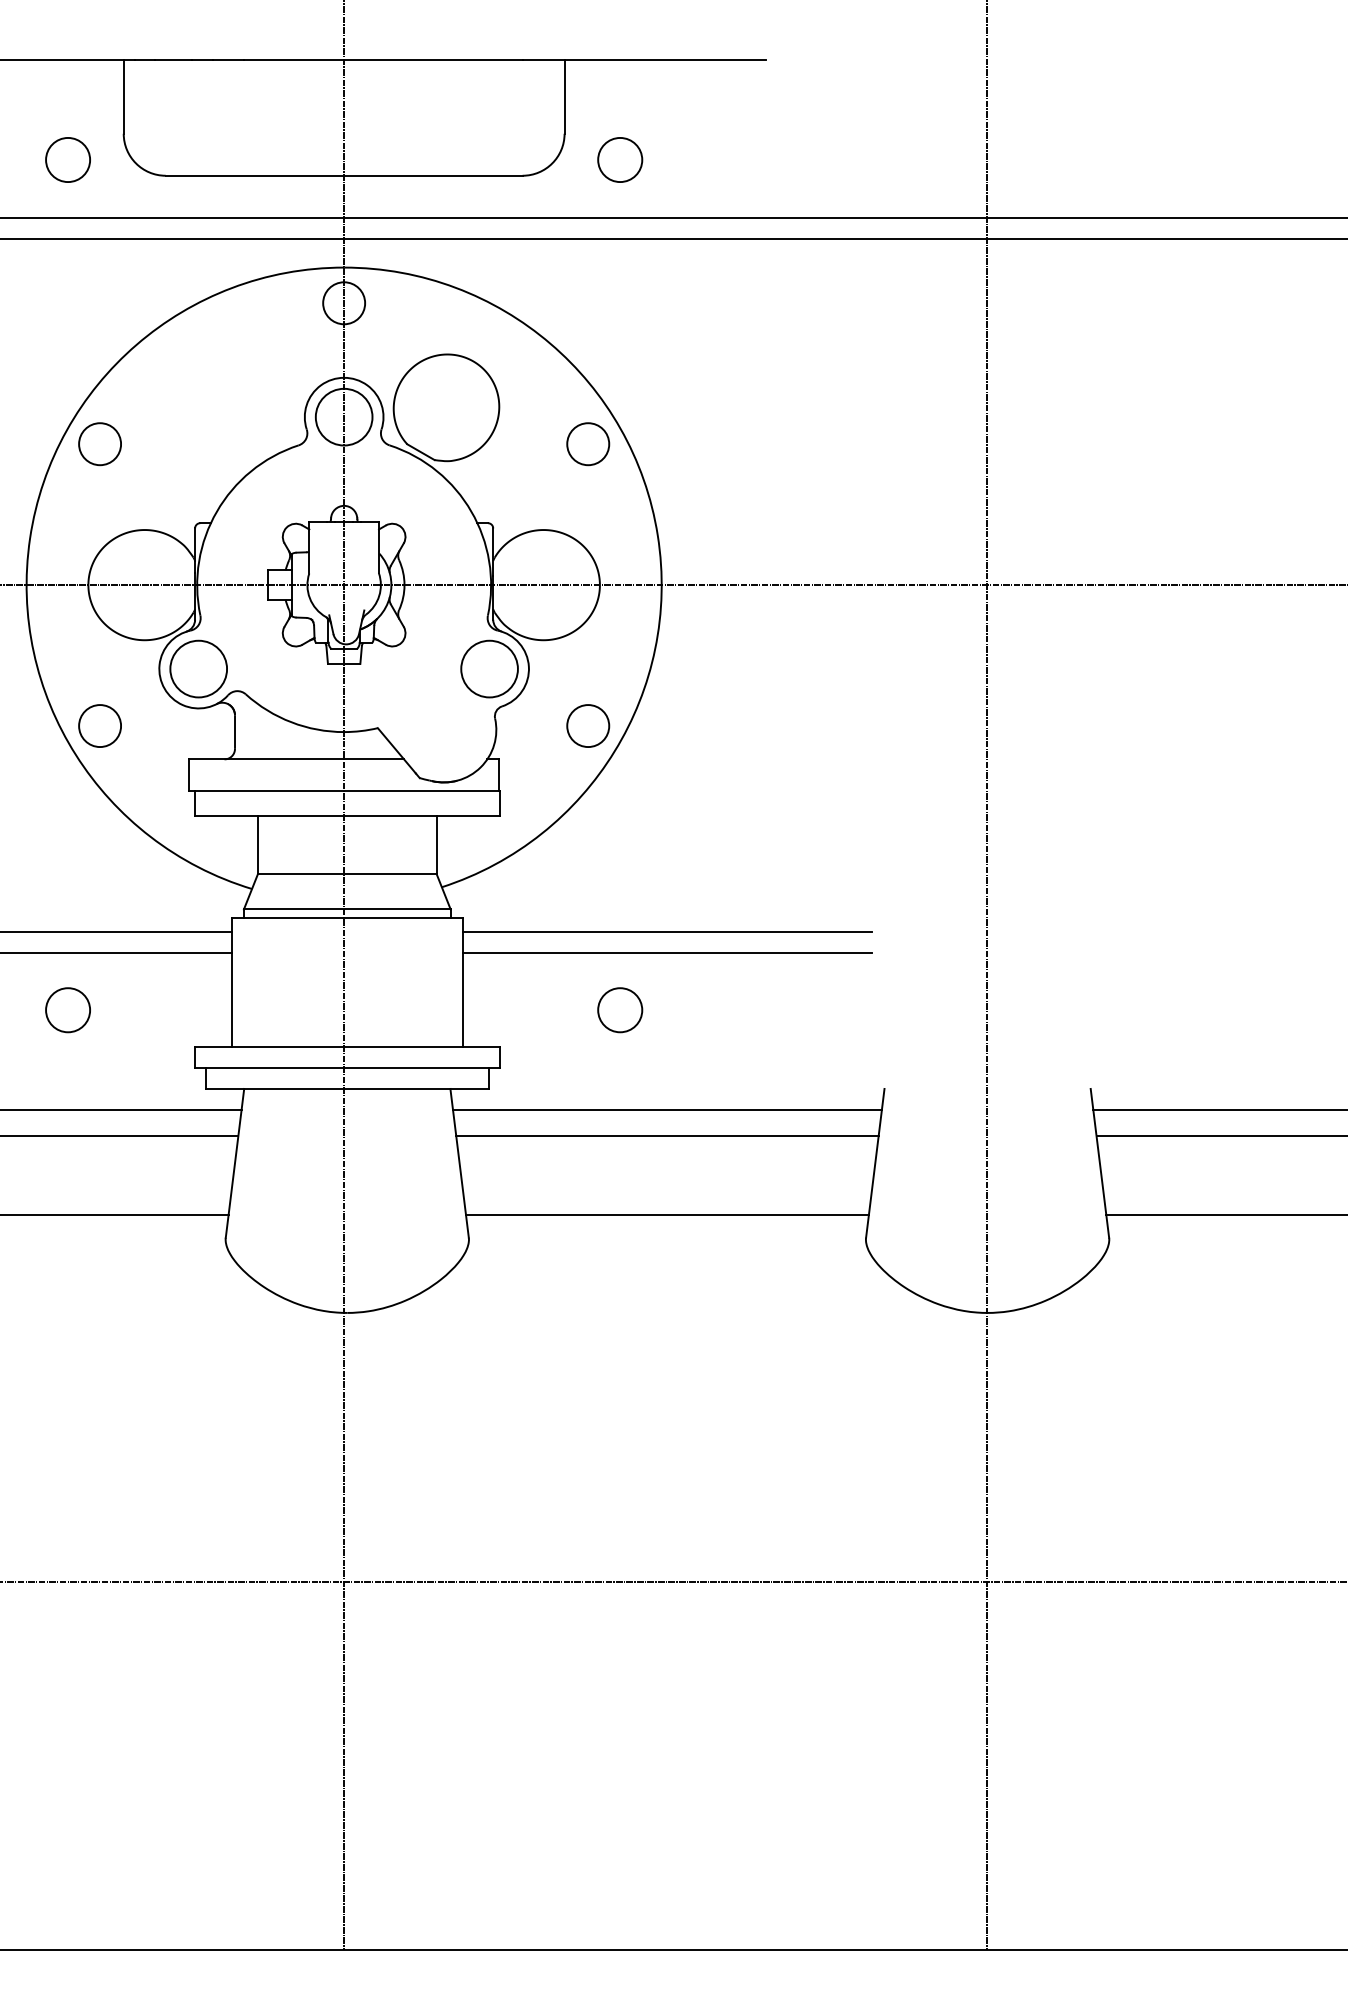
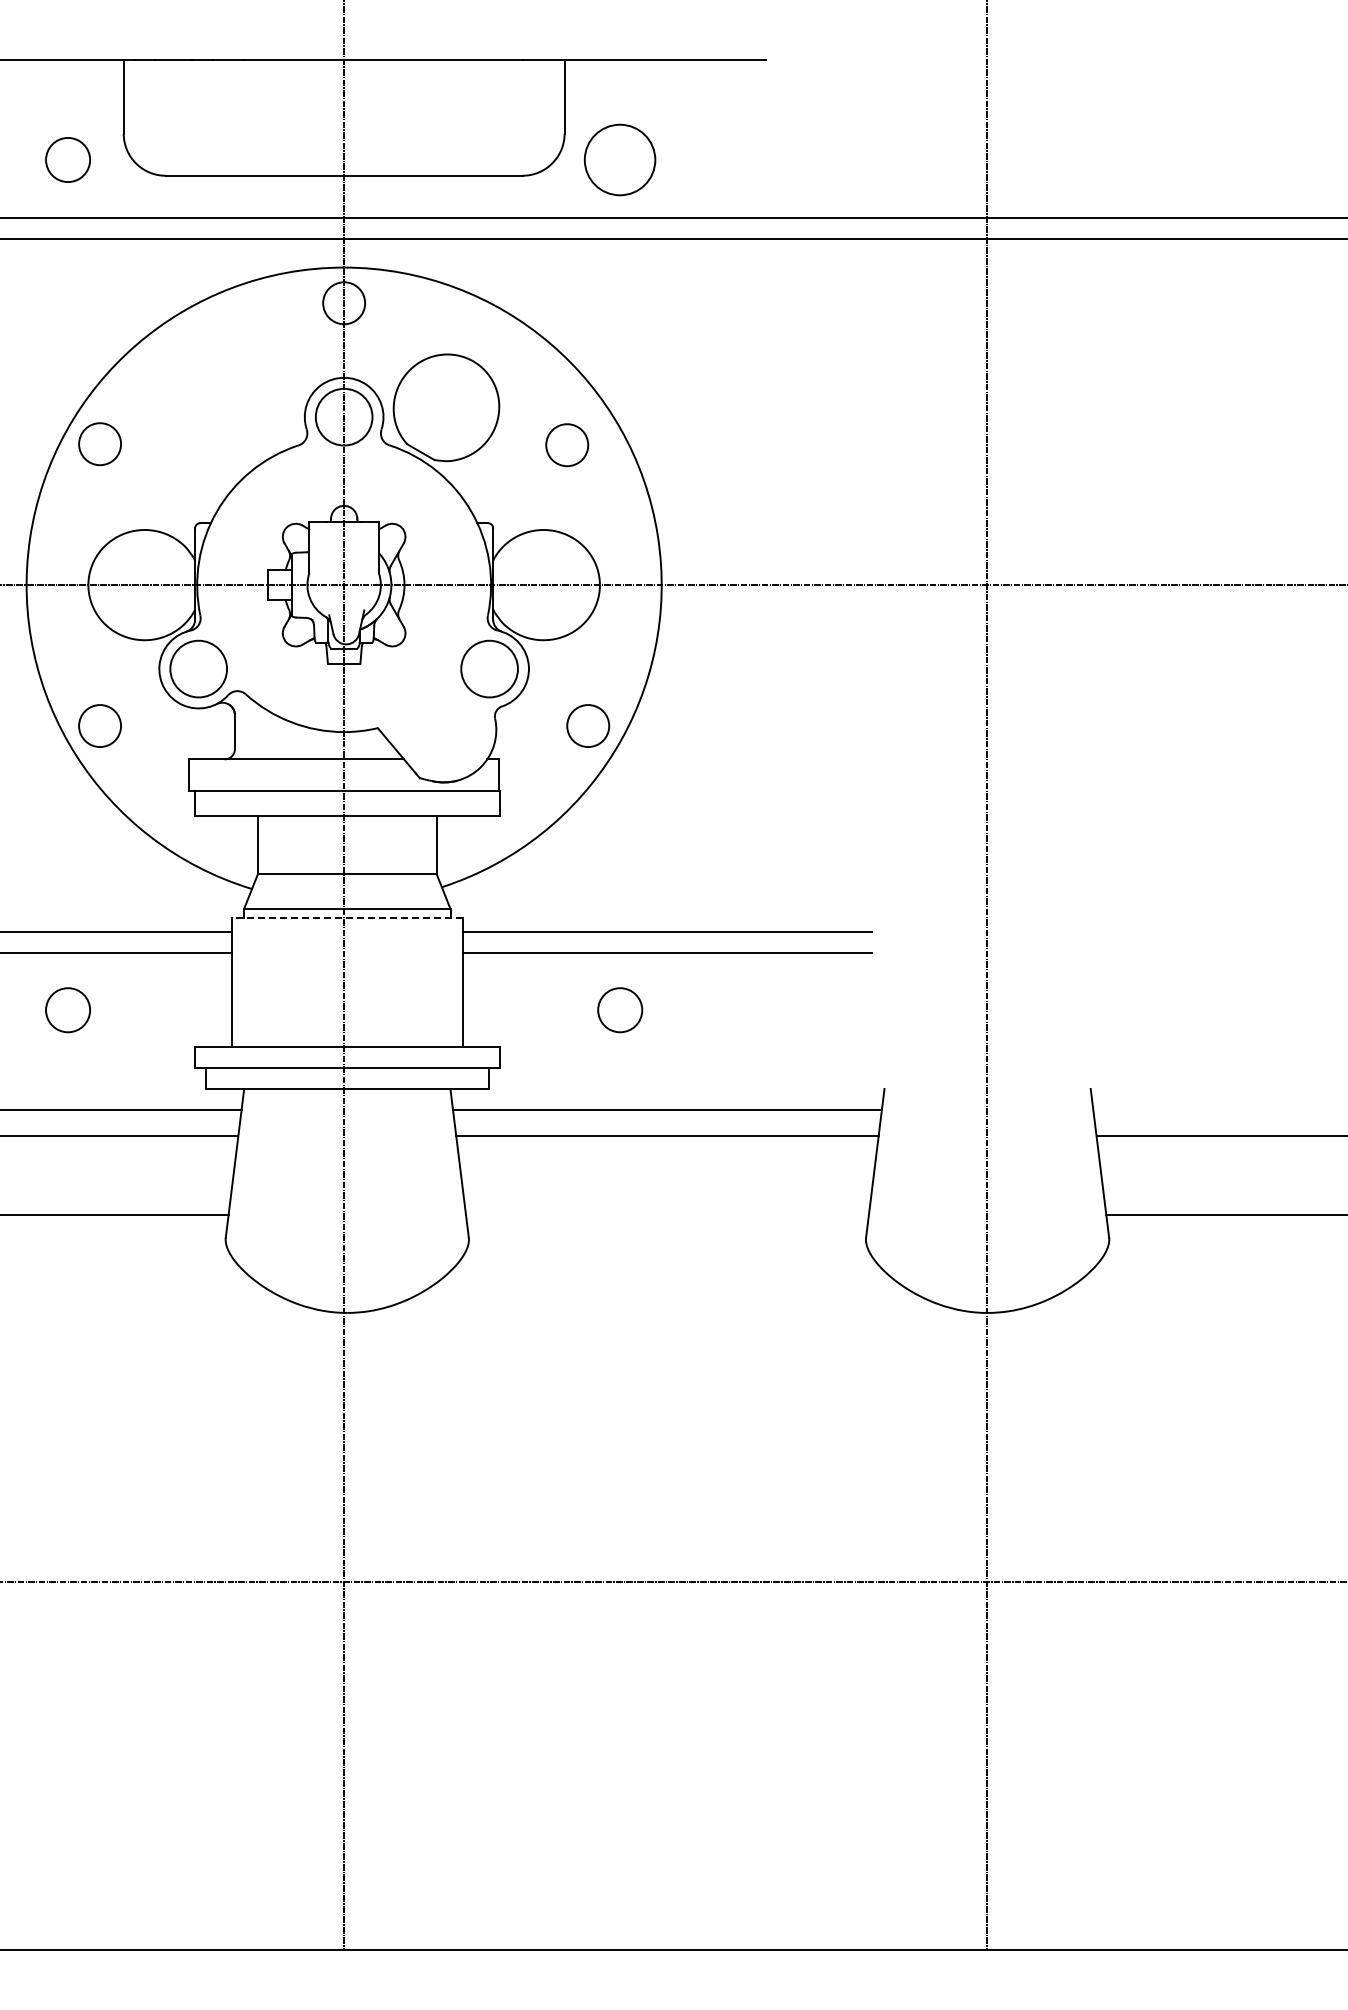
circle at (620, 159) size: 47x46 px -> 74x74 px
circle at (588, 444) position: (588, 444) -> (567, 445)
line at (346, 917): solid -> dashed
line at (1218, 1109): present -> none
line at (667, 1214): present -> none
